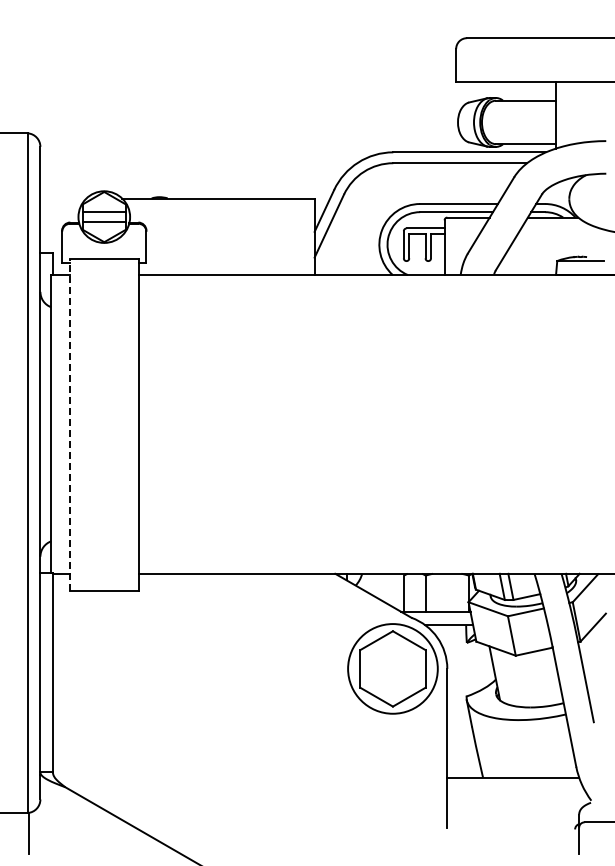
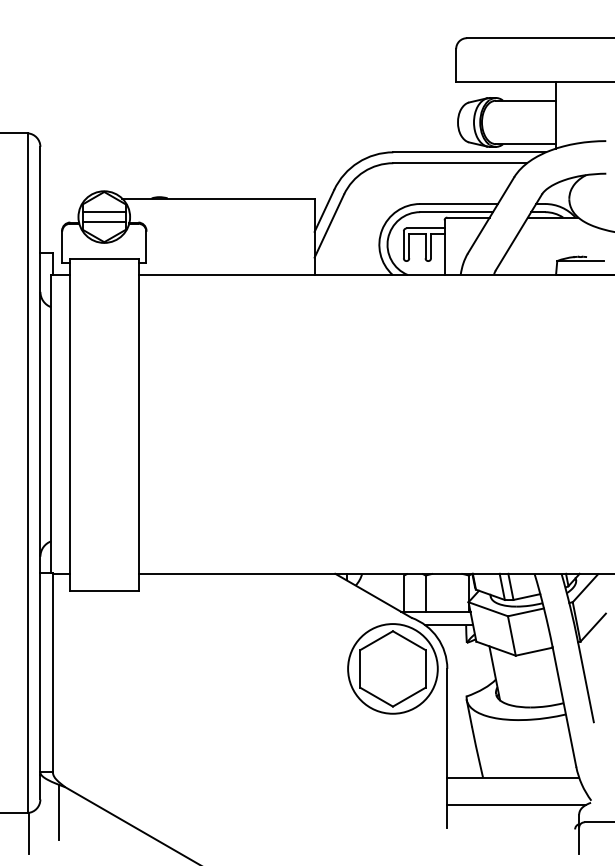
line at (69, 424): dashed -> solid
line at (516, 804): none -> present
line at (59, 812): none -> present
